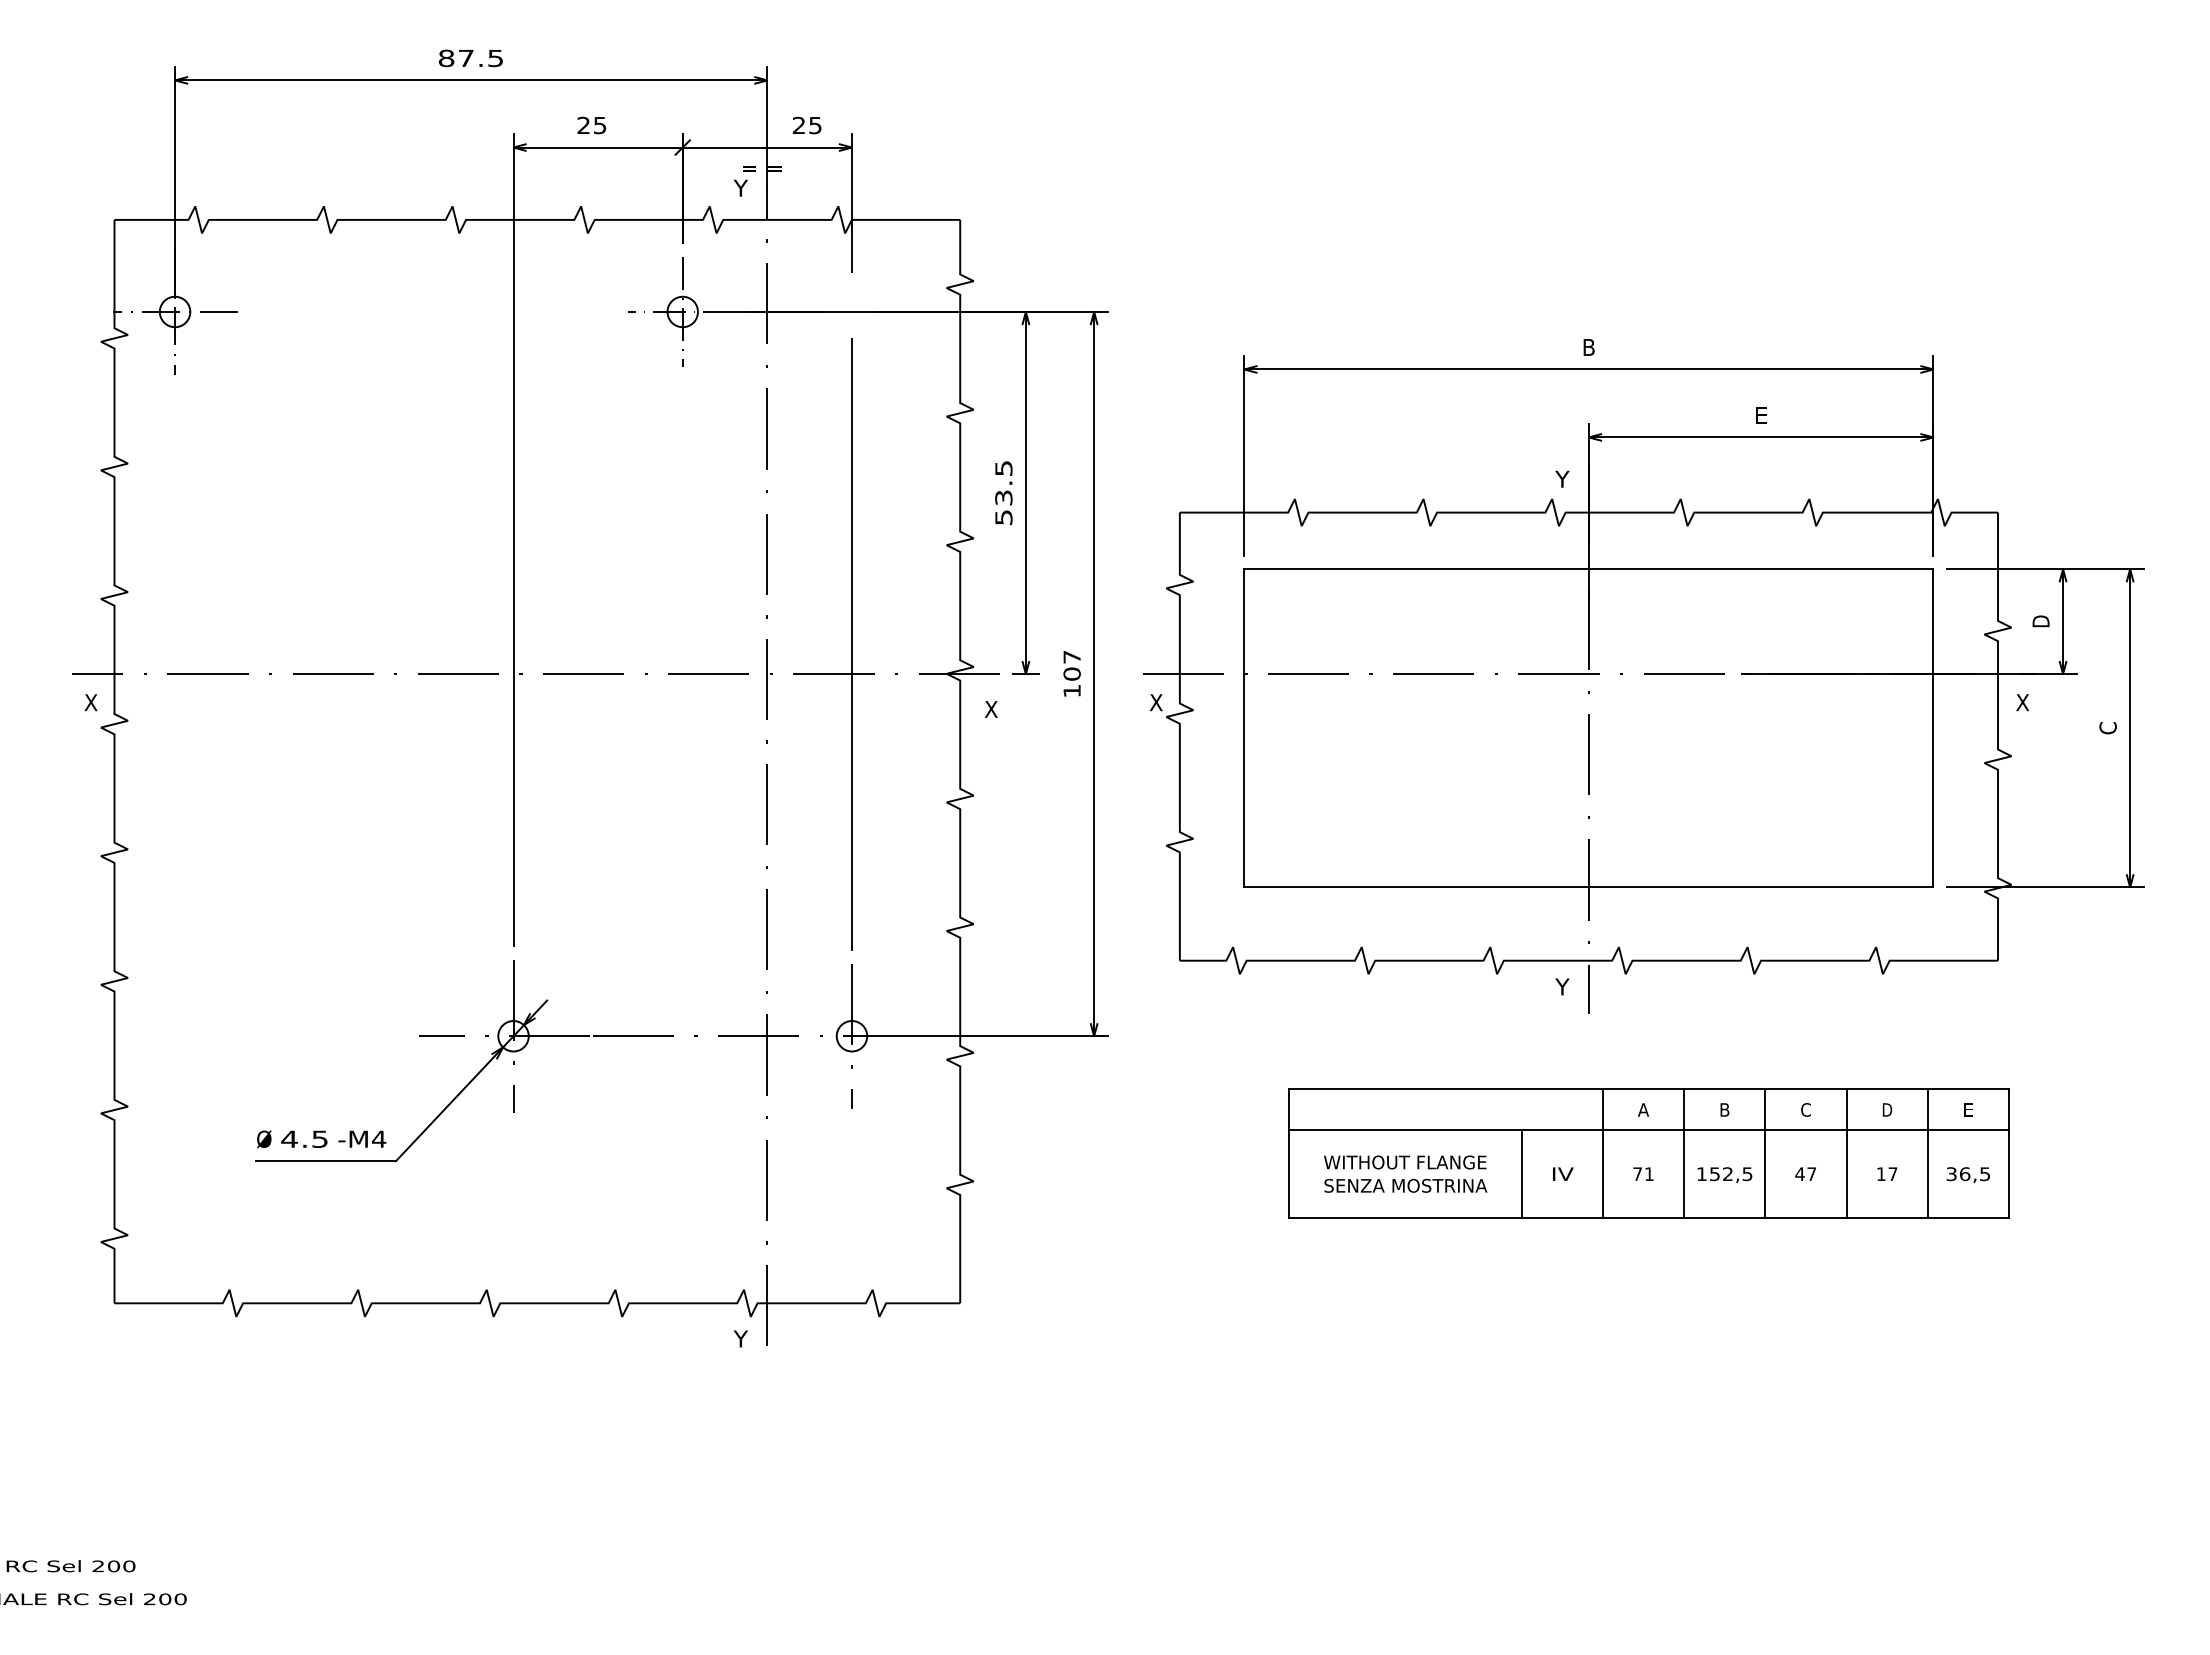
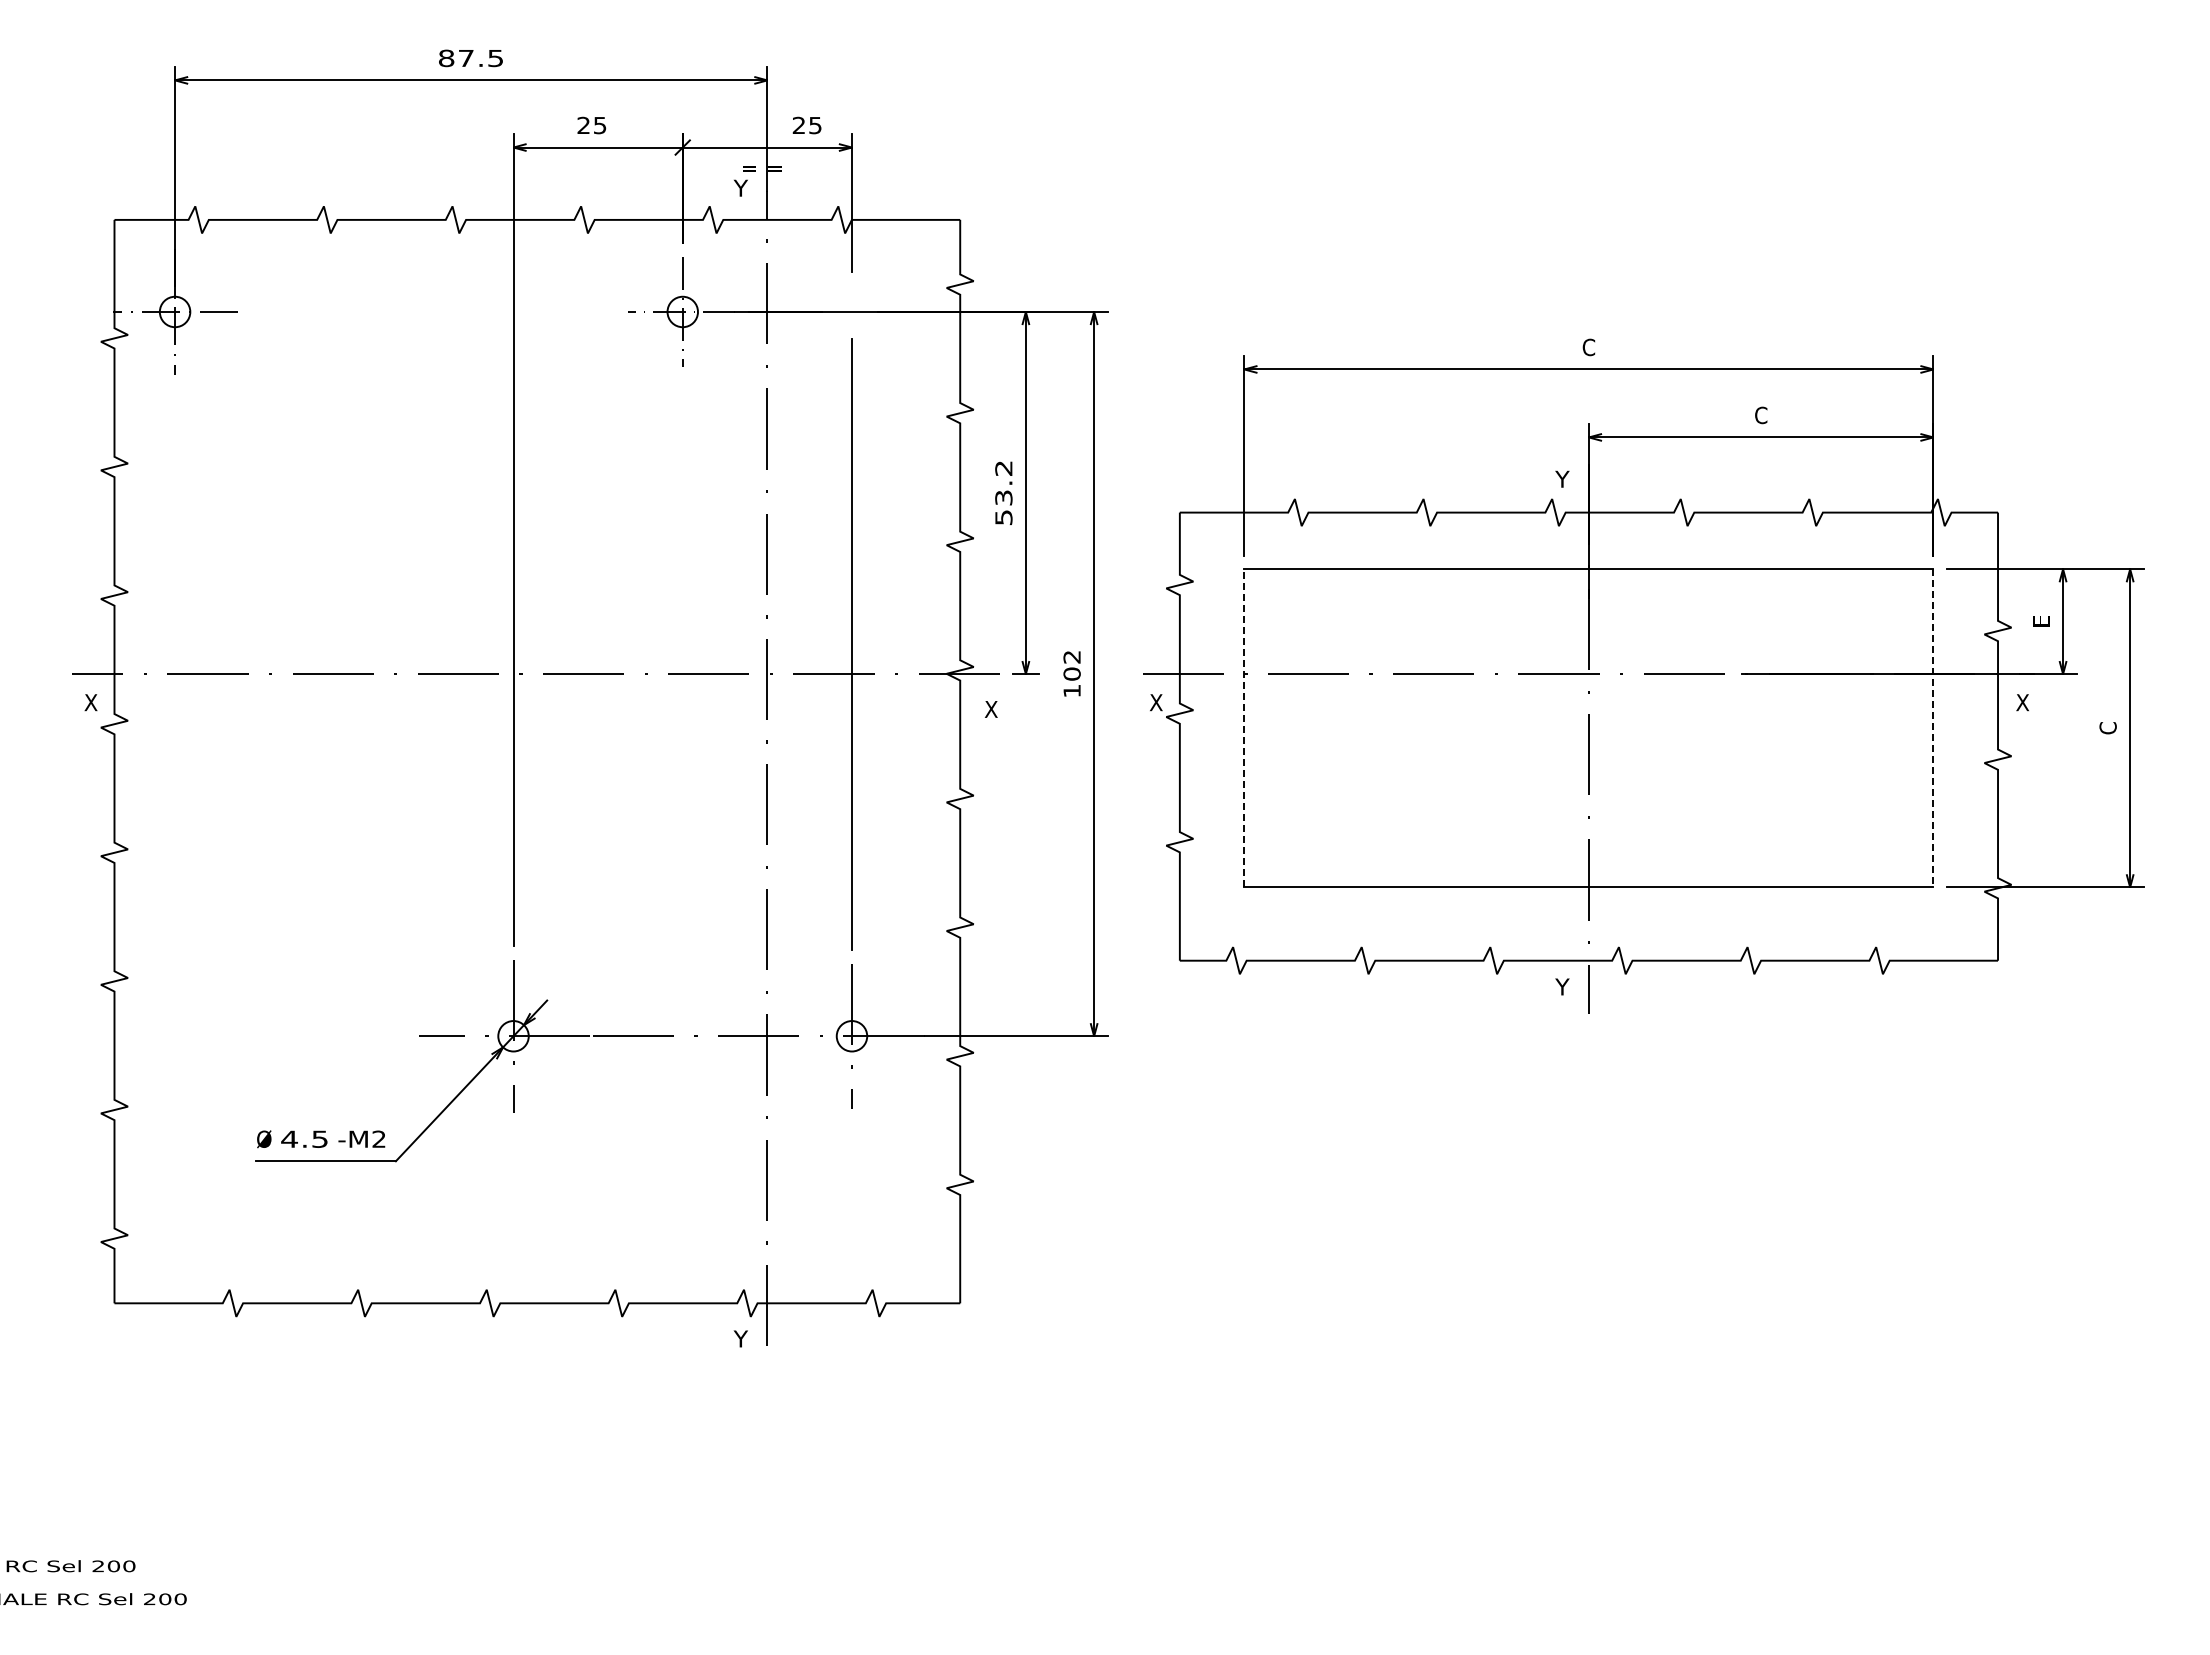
text at (1588, 347): B -> C
text at (1761, 415): E -> C
text at (1003, 468): 53.5 -> 53.2
text at (2040, 621): D -> E
text at (1071, 657): 107 -> 102
line at (1244, 727): solid -> dashed
line at (1933, 728): solid -> dashed
text at (378, 1138): -M4 -> -M2
part at (1648, 1153): present -> none
